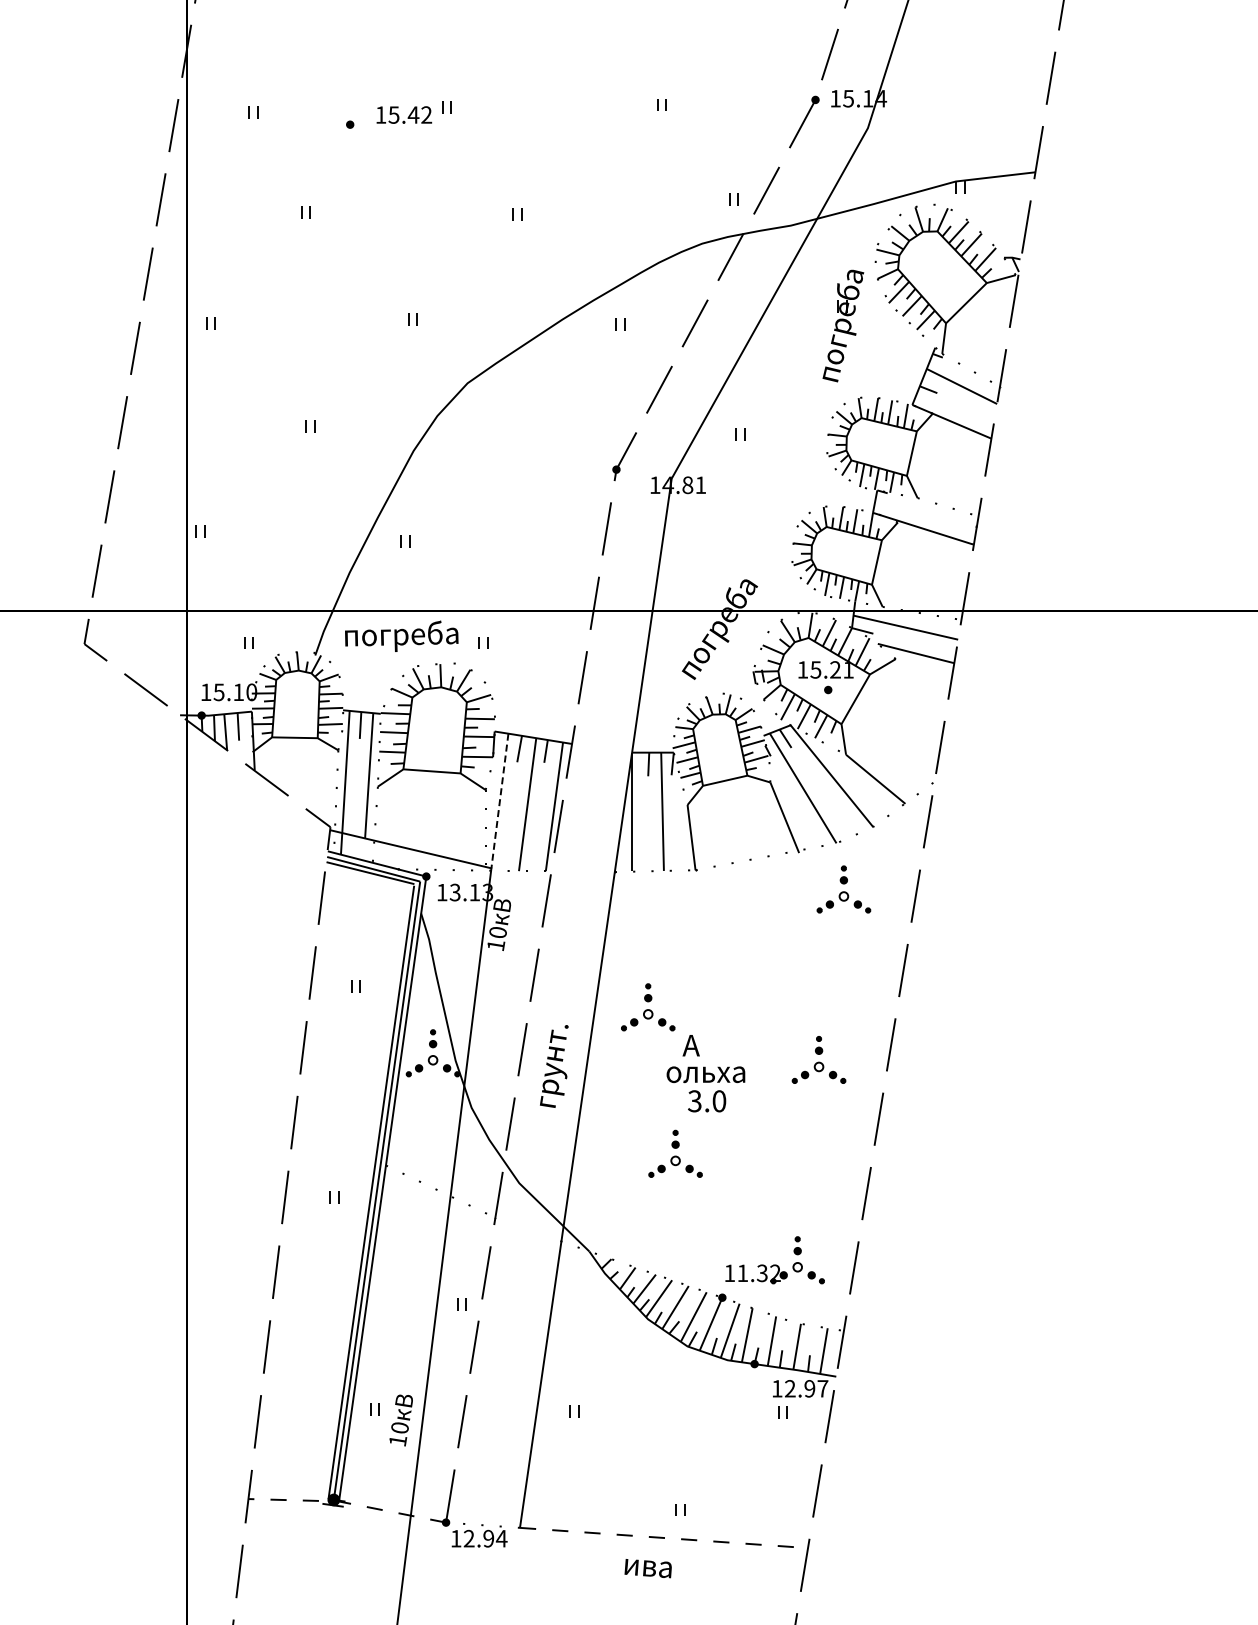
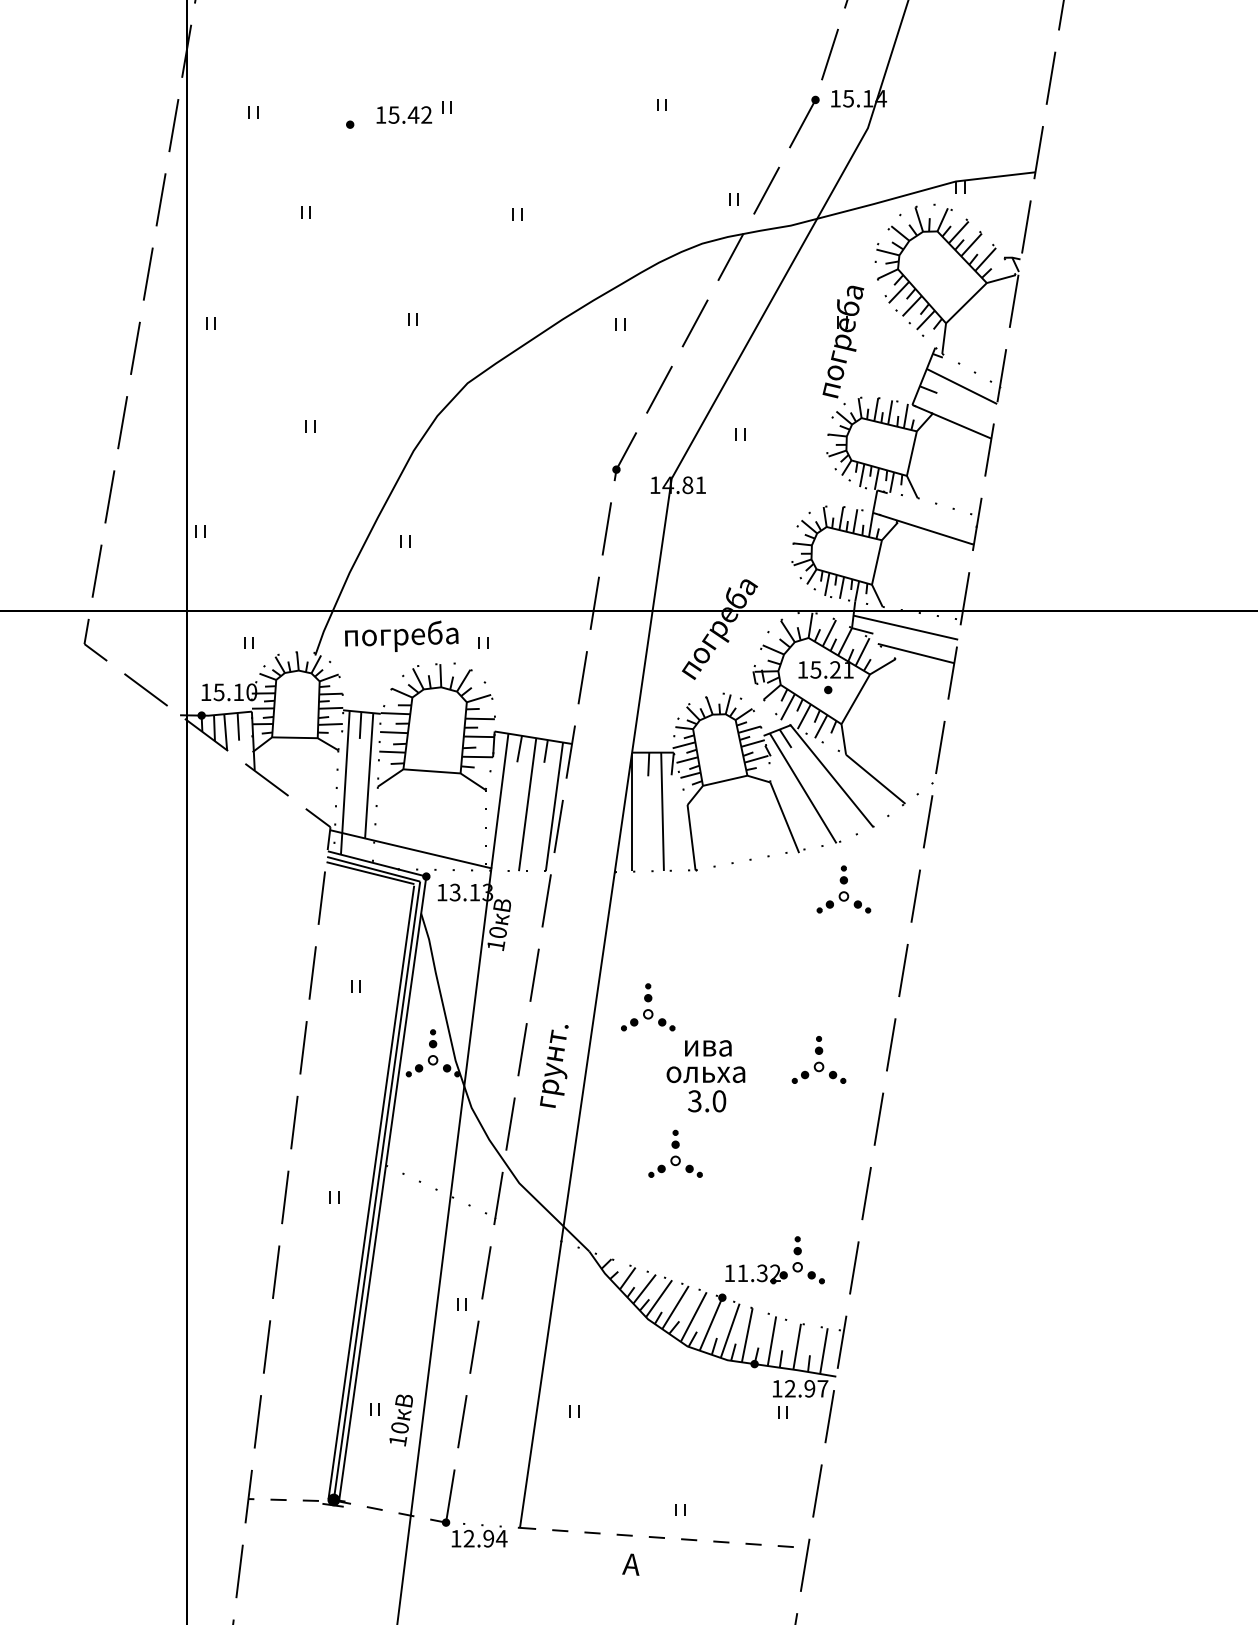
part at (843, 325) position: (843, 325) -> (843, 341)
line at (499, 801): dashed -> solid
text at (706, 1045): А -> ива
text at (646, 1565): ива -> А
